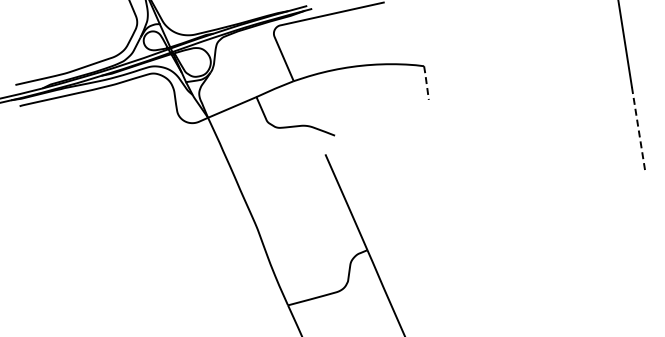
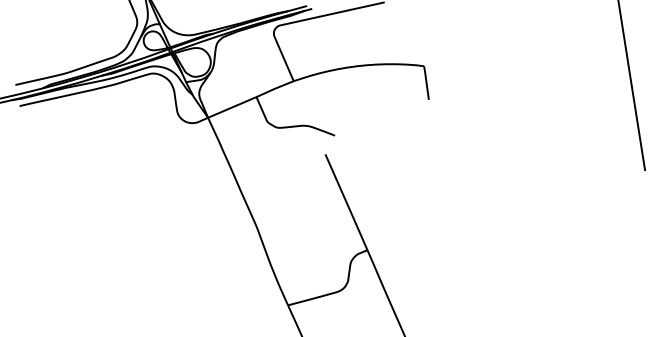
line at (426, 82): dashed -> solid
line at (638, 129): dashed -> solid
